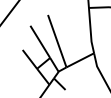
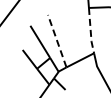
line at (90, 31): solid -> dashed
line at (57, 41): solid -> dashed
